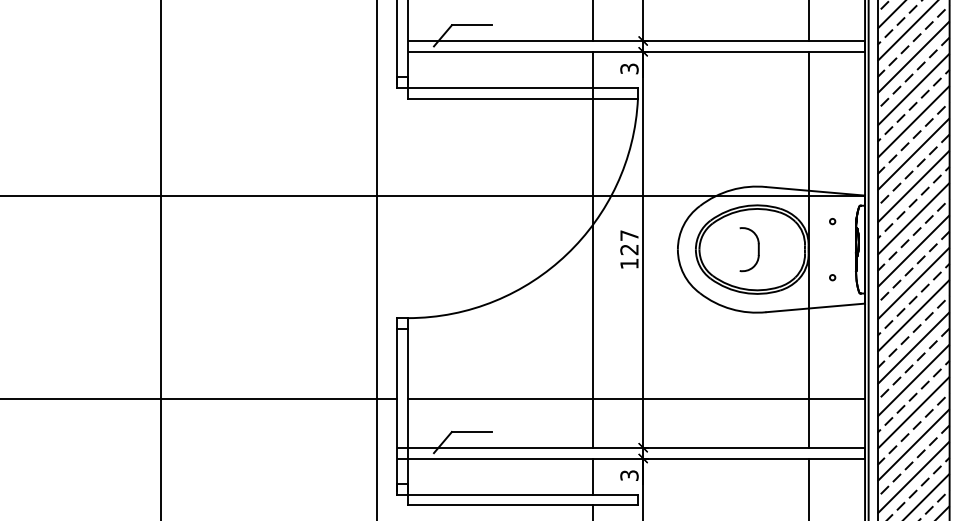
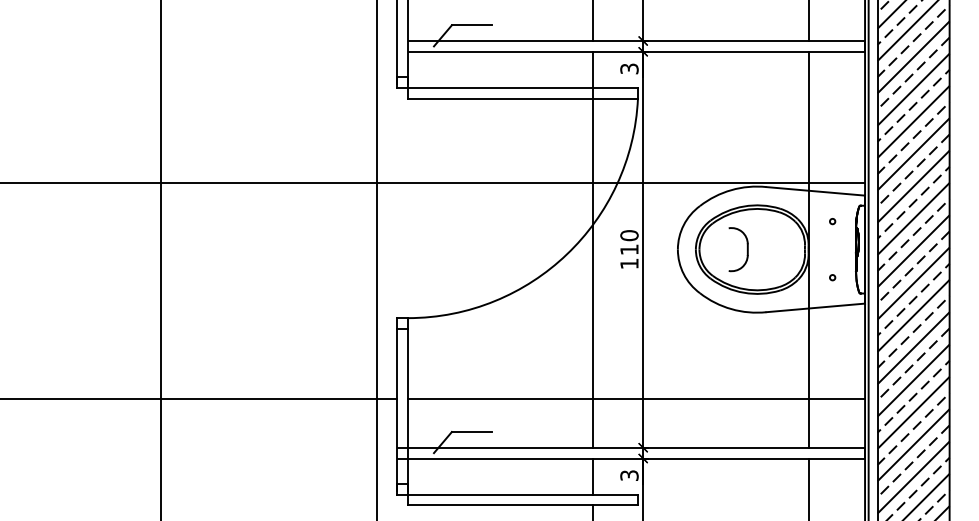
line at (433, 196) position: (433, 196) -> (433, 183)
text at (629, 242): 127 -> 110
part at (757, 249) position: (757, 249) -> (746, 249)
